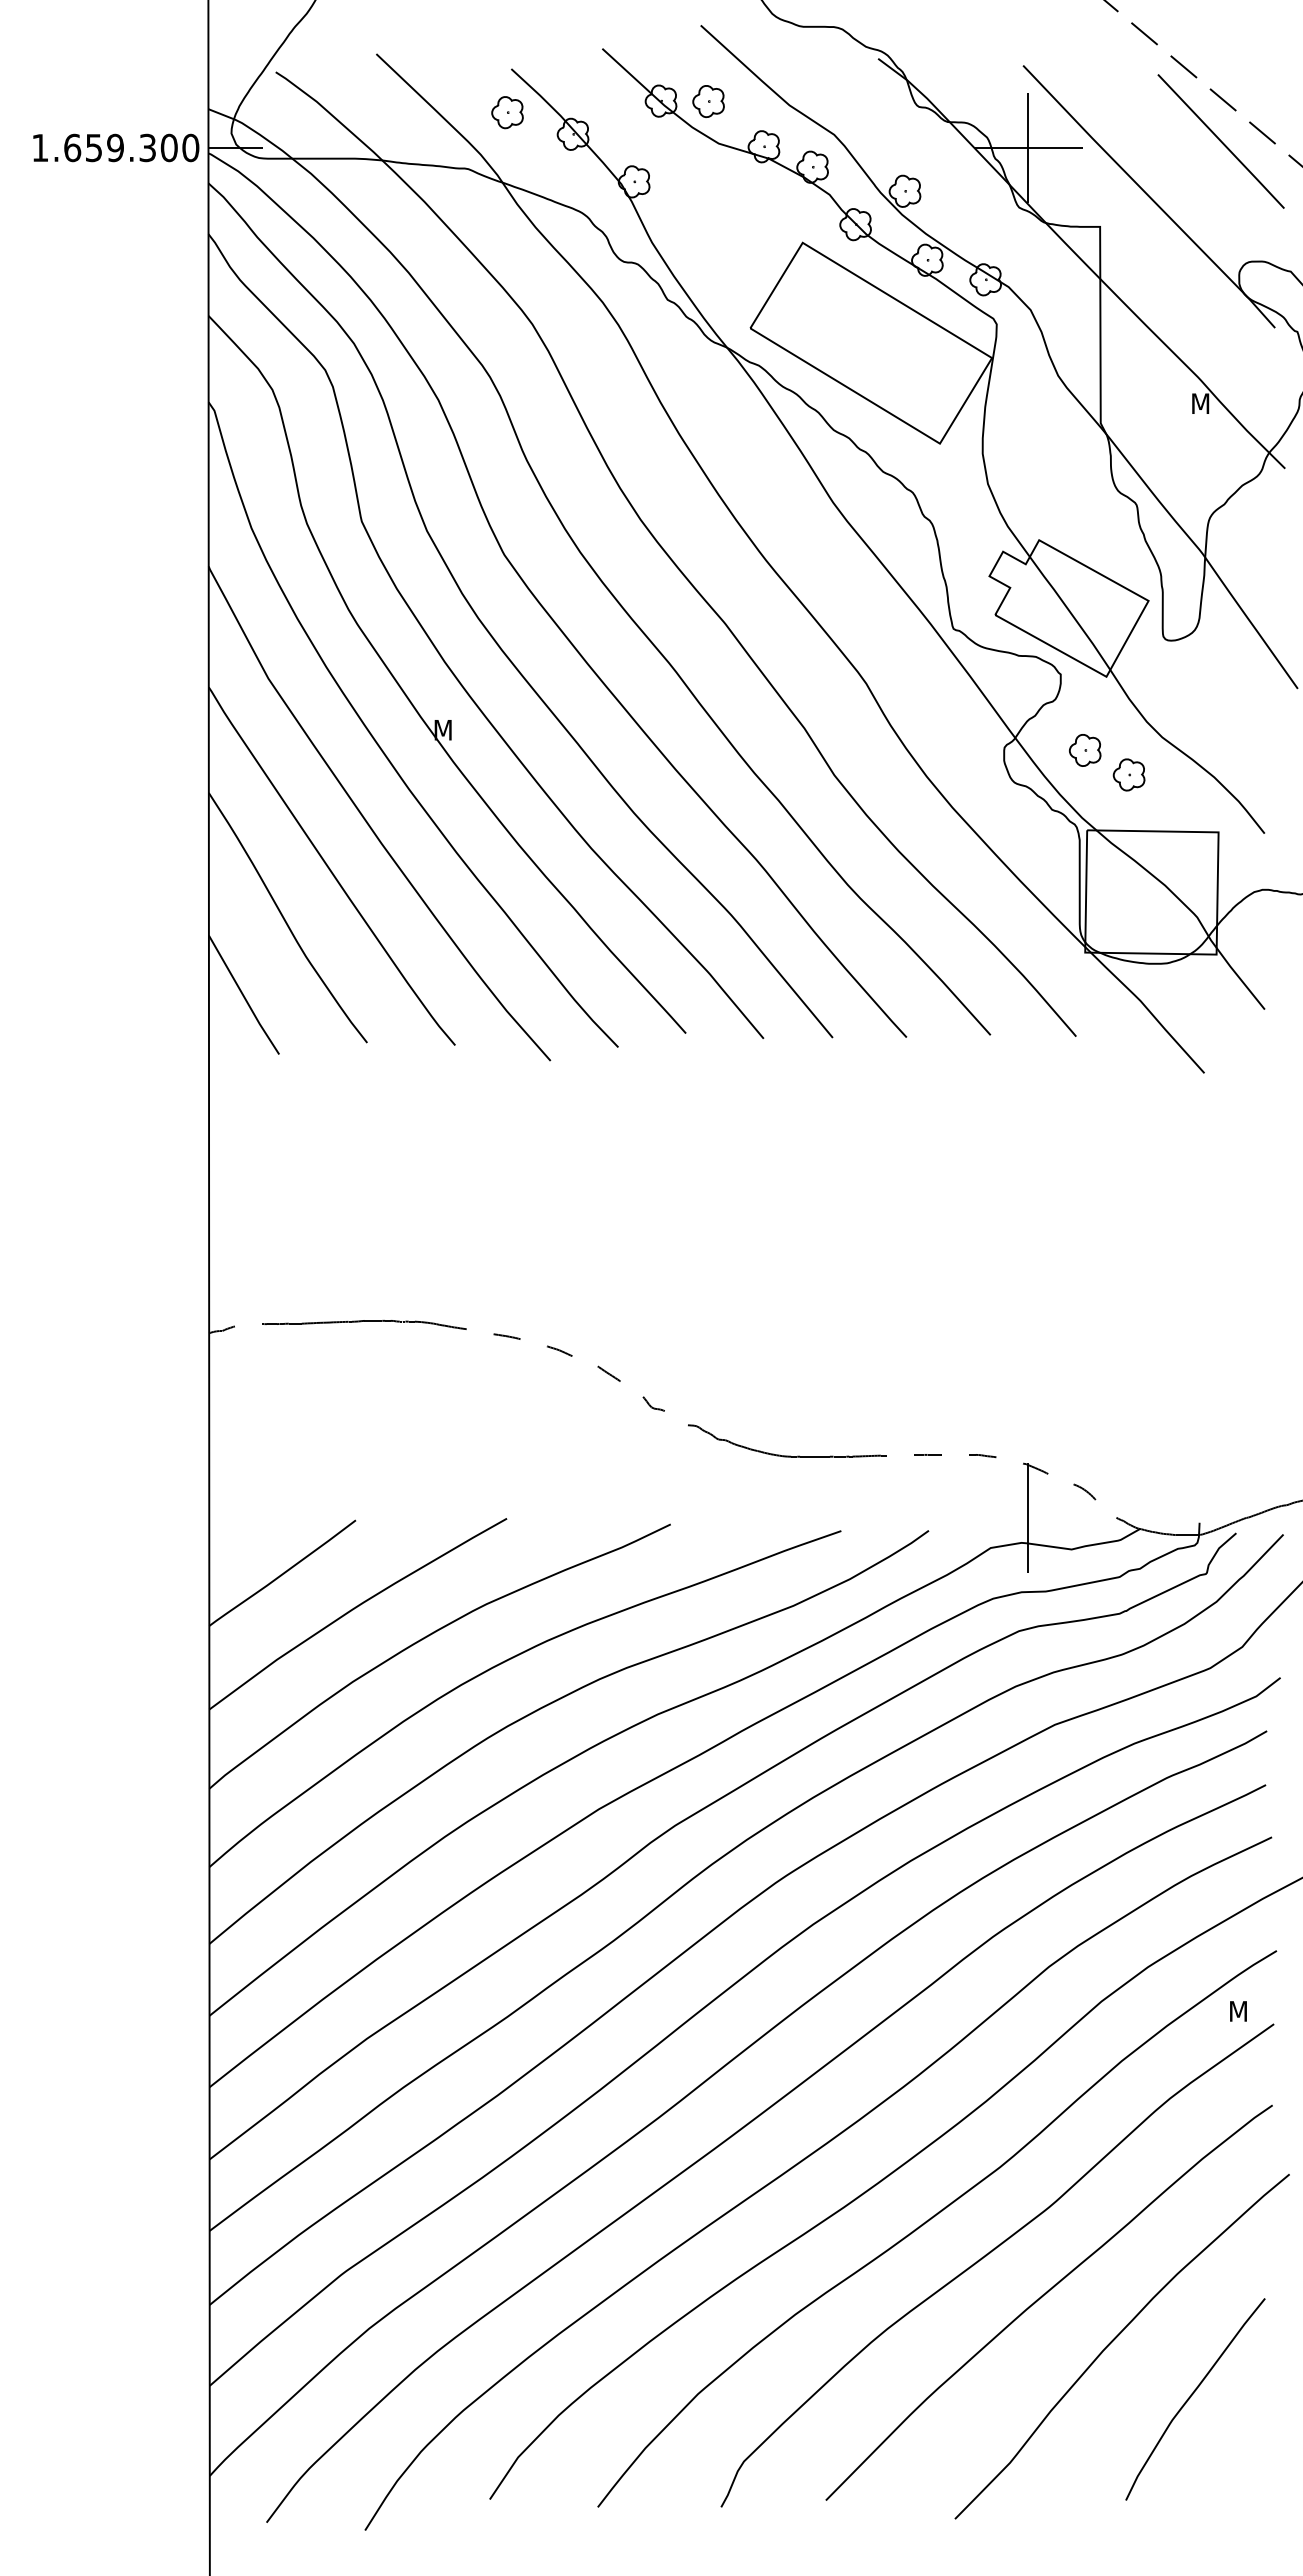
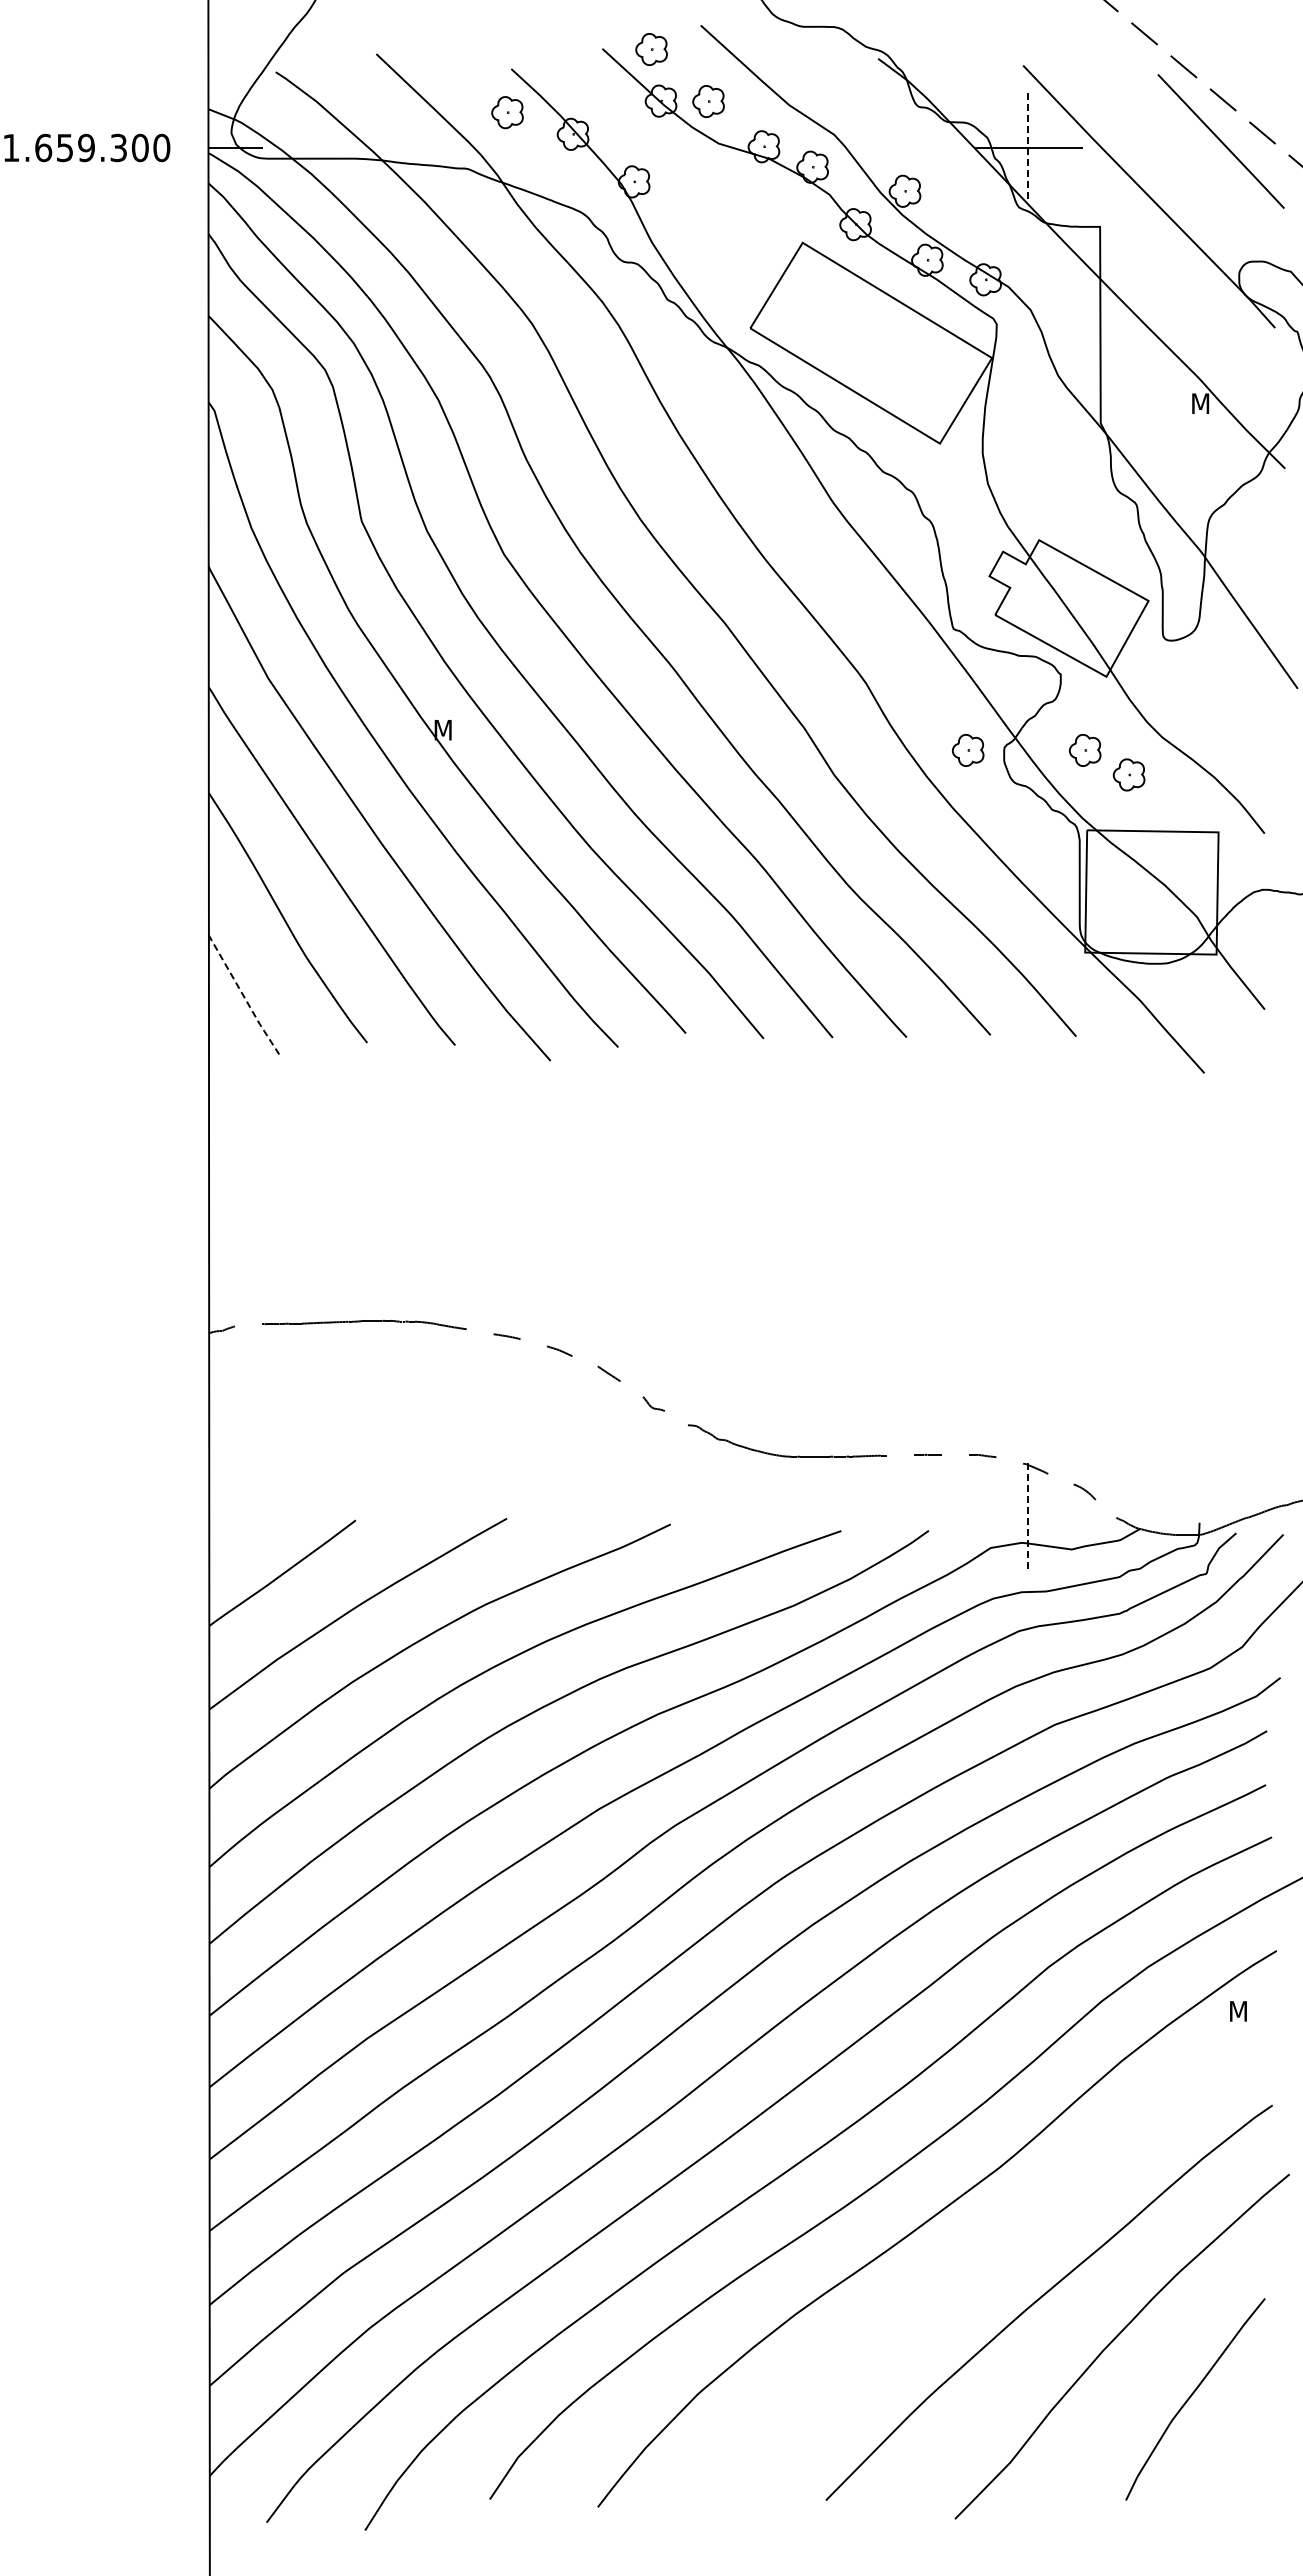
part at (651, 49): none -> present
text at (116, 147) position: (116, 147) -> (87, 147)
line at (1028, 148): solid -> dashed
part at (968, 750): none -> present
line at (243, 995): solid -> dashed
line at (1028, 1517): solid -> dashed
curve at (989, 2254): present -> none
